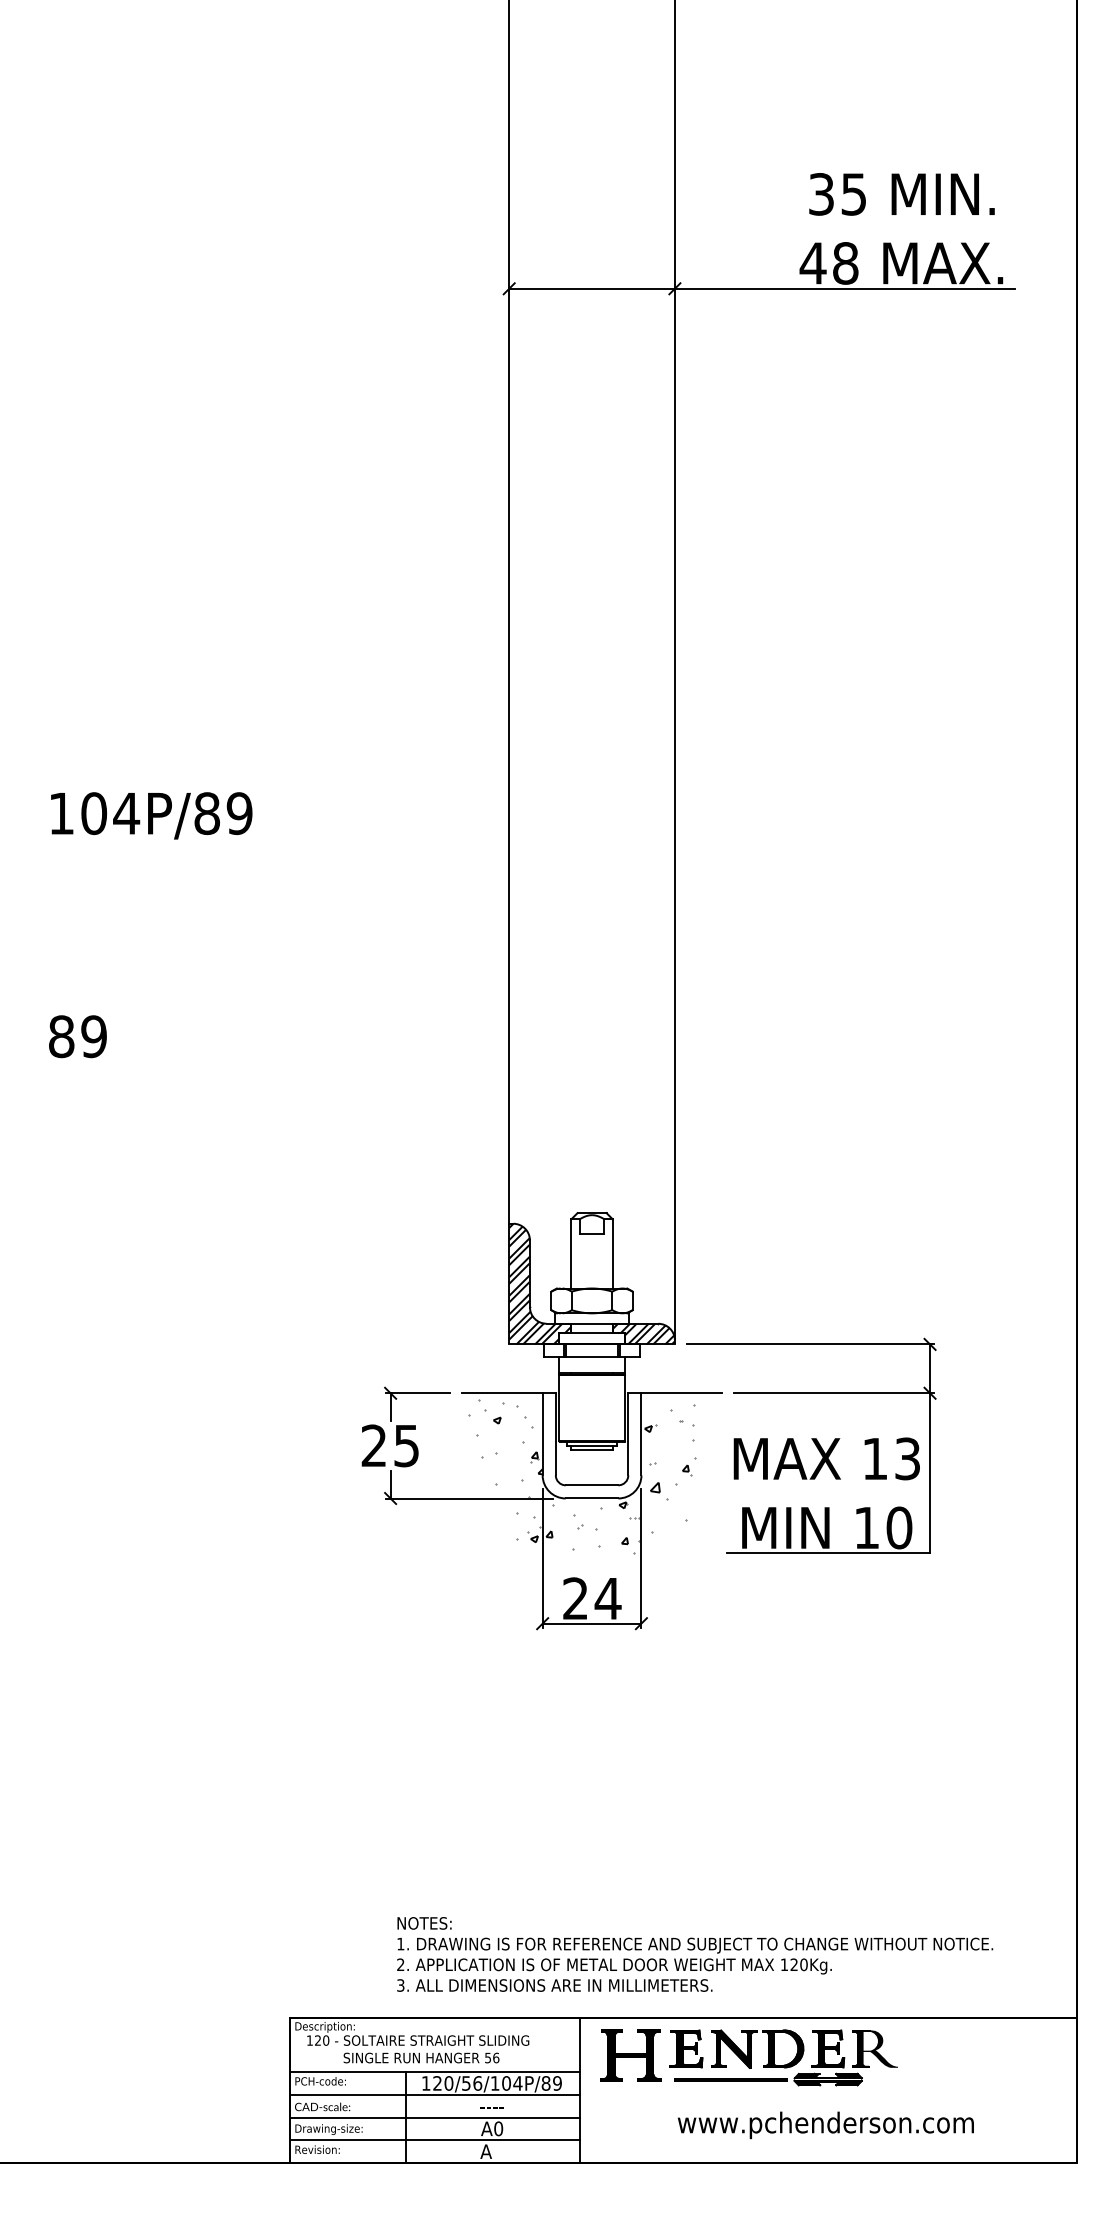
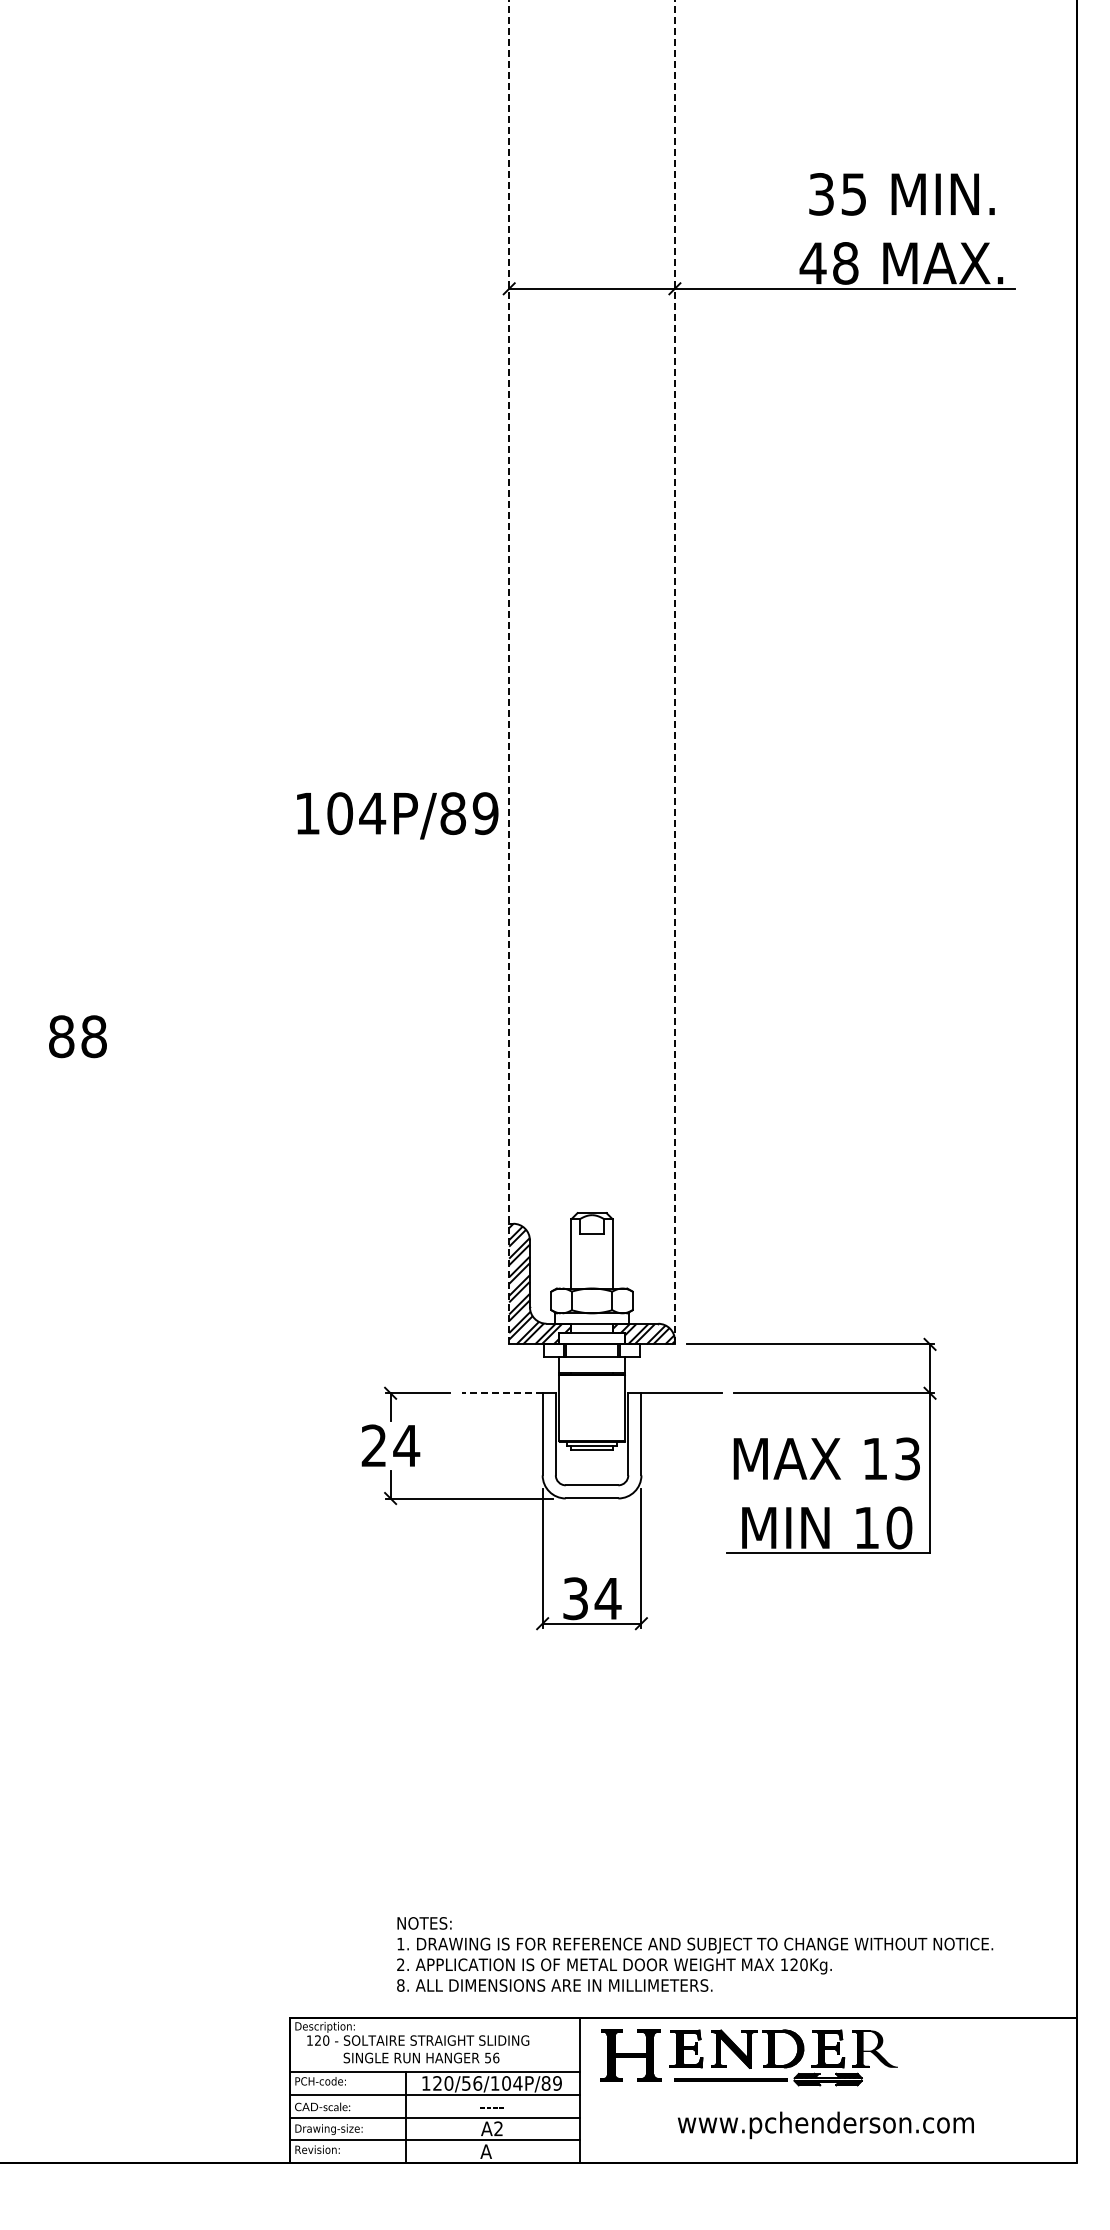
line at (509, 0): solid -> dashed
text at (151, 815) position: (151, 815) -> (397, 815)
text at (93, 1036): 89 -> 88
line at (502, 1393): solid -> dashed
text at (406, 1446): 25 -> 24
hatch at (581, 1476): present -> none
text at (575, 1598): 24 -> 34
text at (400, 1985): 3. -> 8.
text at (498, 2128): A0 -> A2
